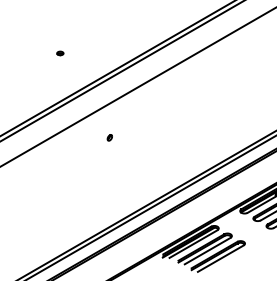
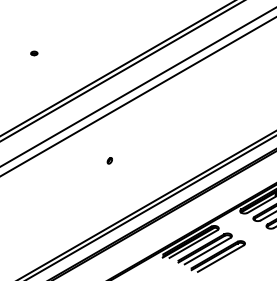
part at (60, 53) position: (60, 53) -> (34, 53)
line at (137, 96): none -> present
part at (109, 137) position: (109, 137) -> (109, 160)
